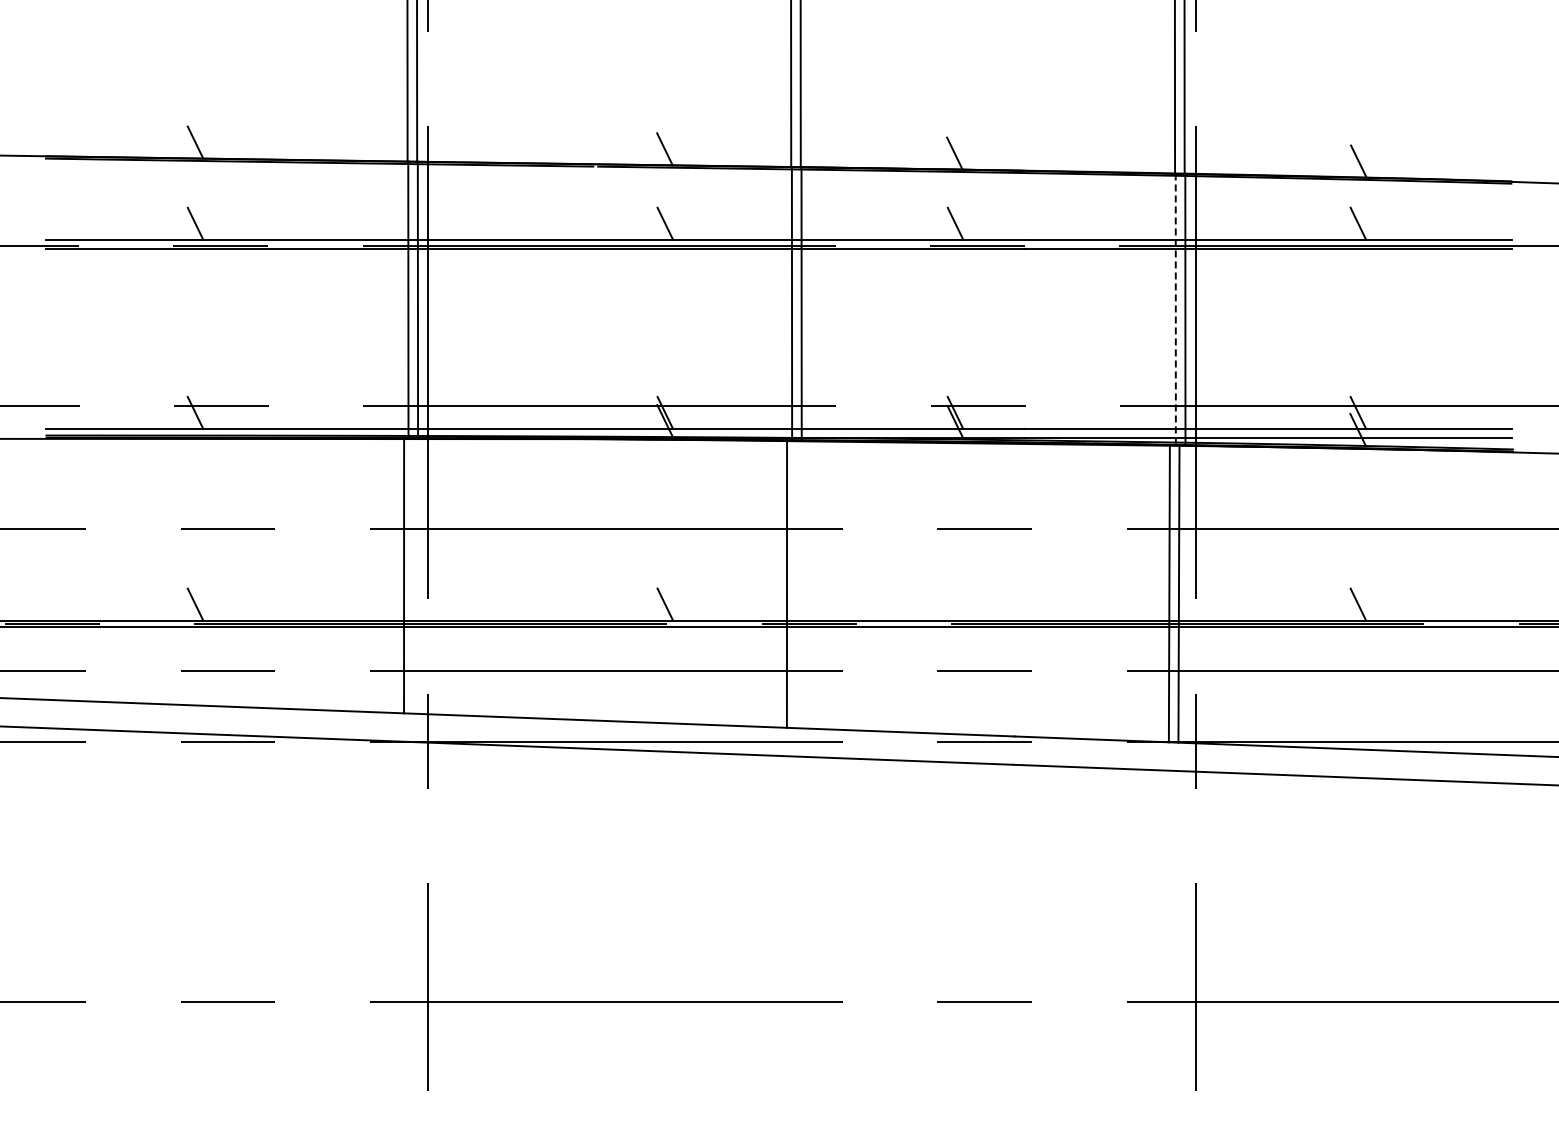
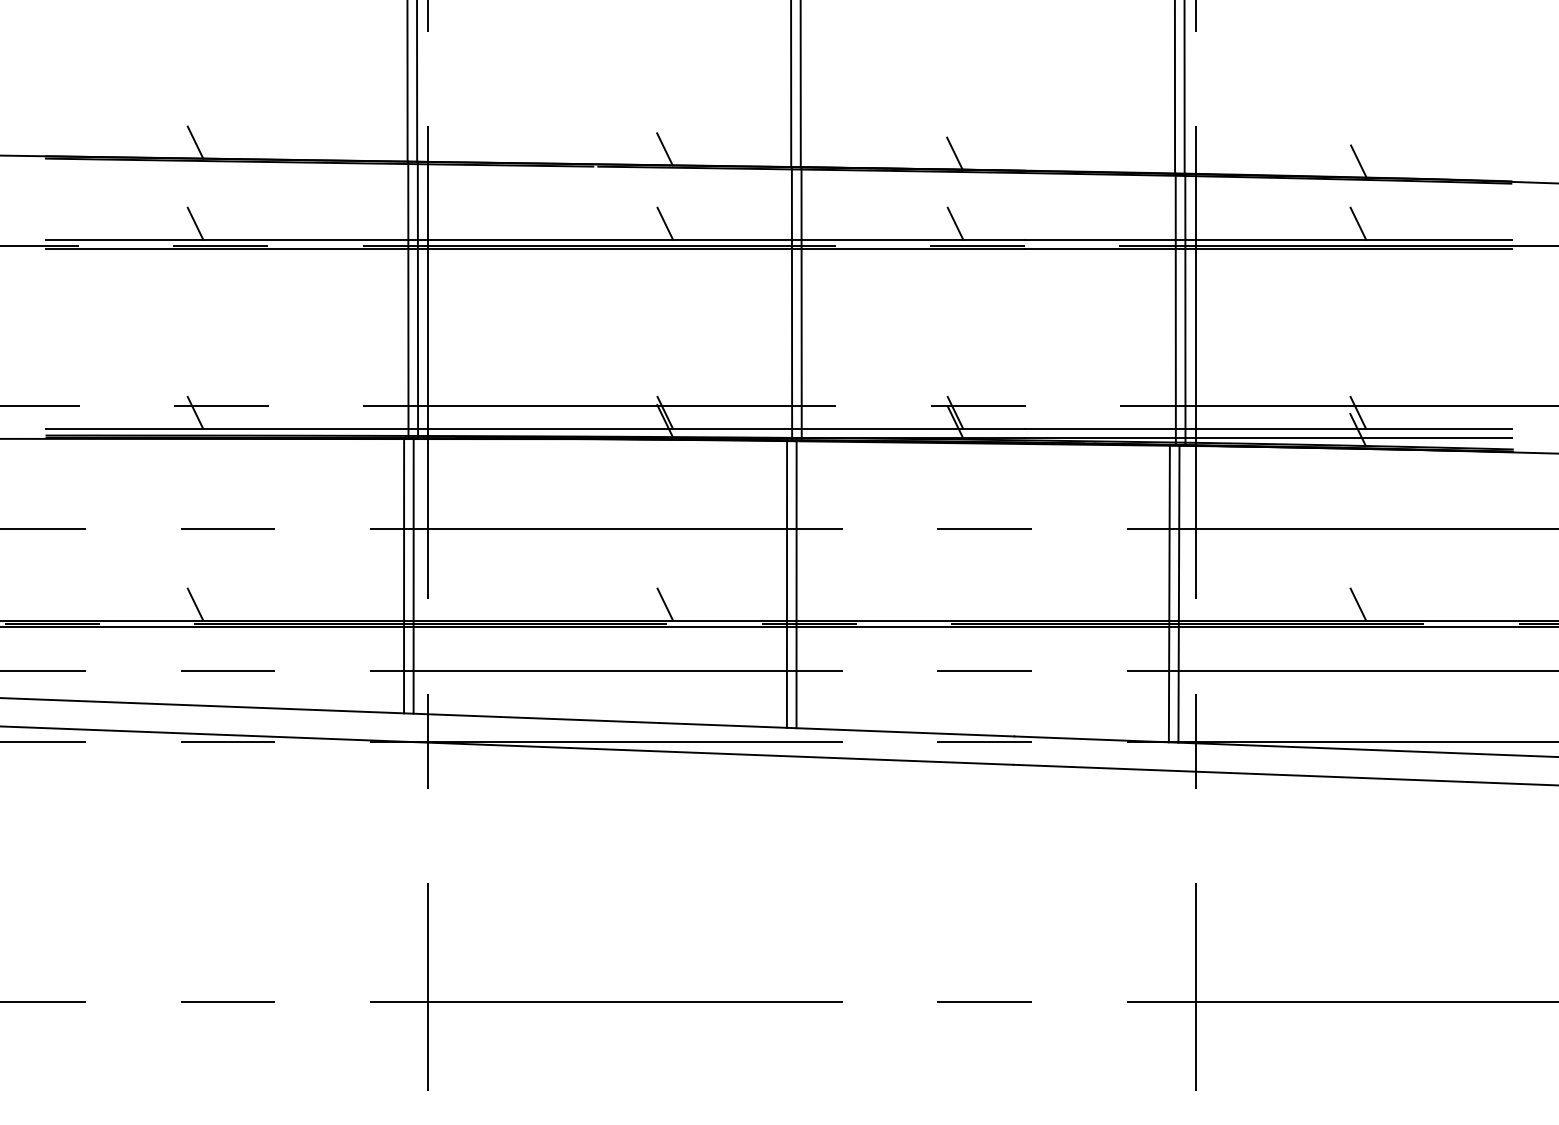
line at (1175, 309): dashed -> solid
line at (413, 575): none -> present
line at (796, 584): none -> present
